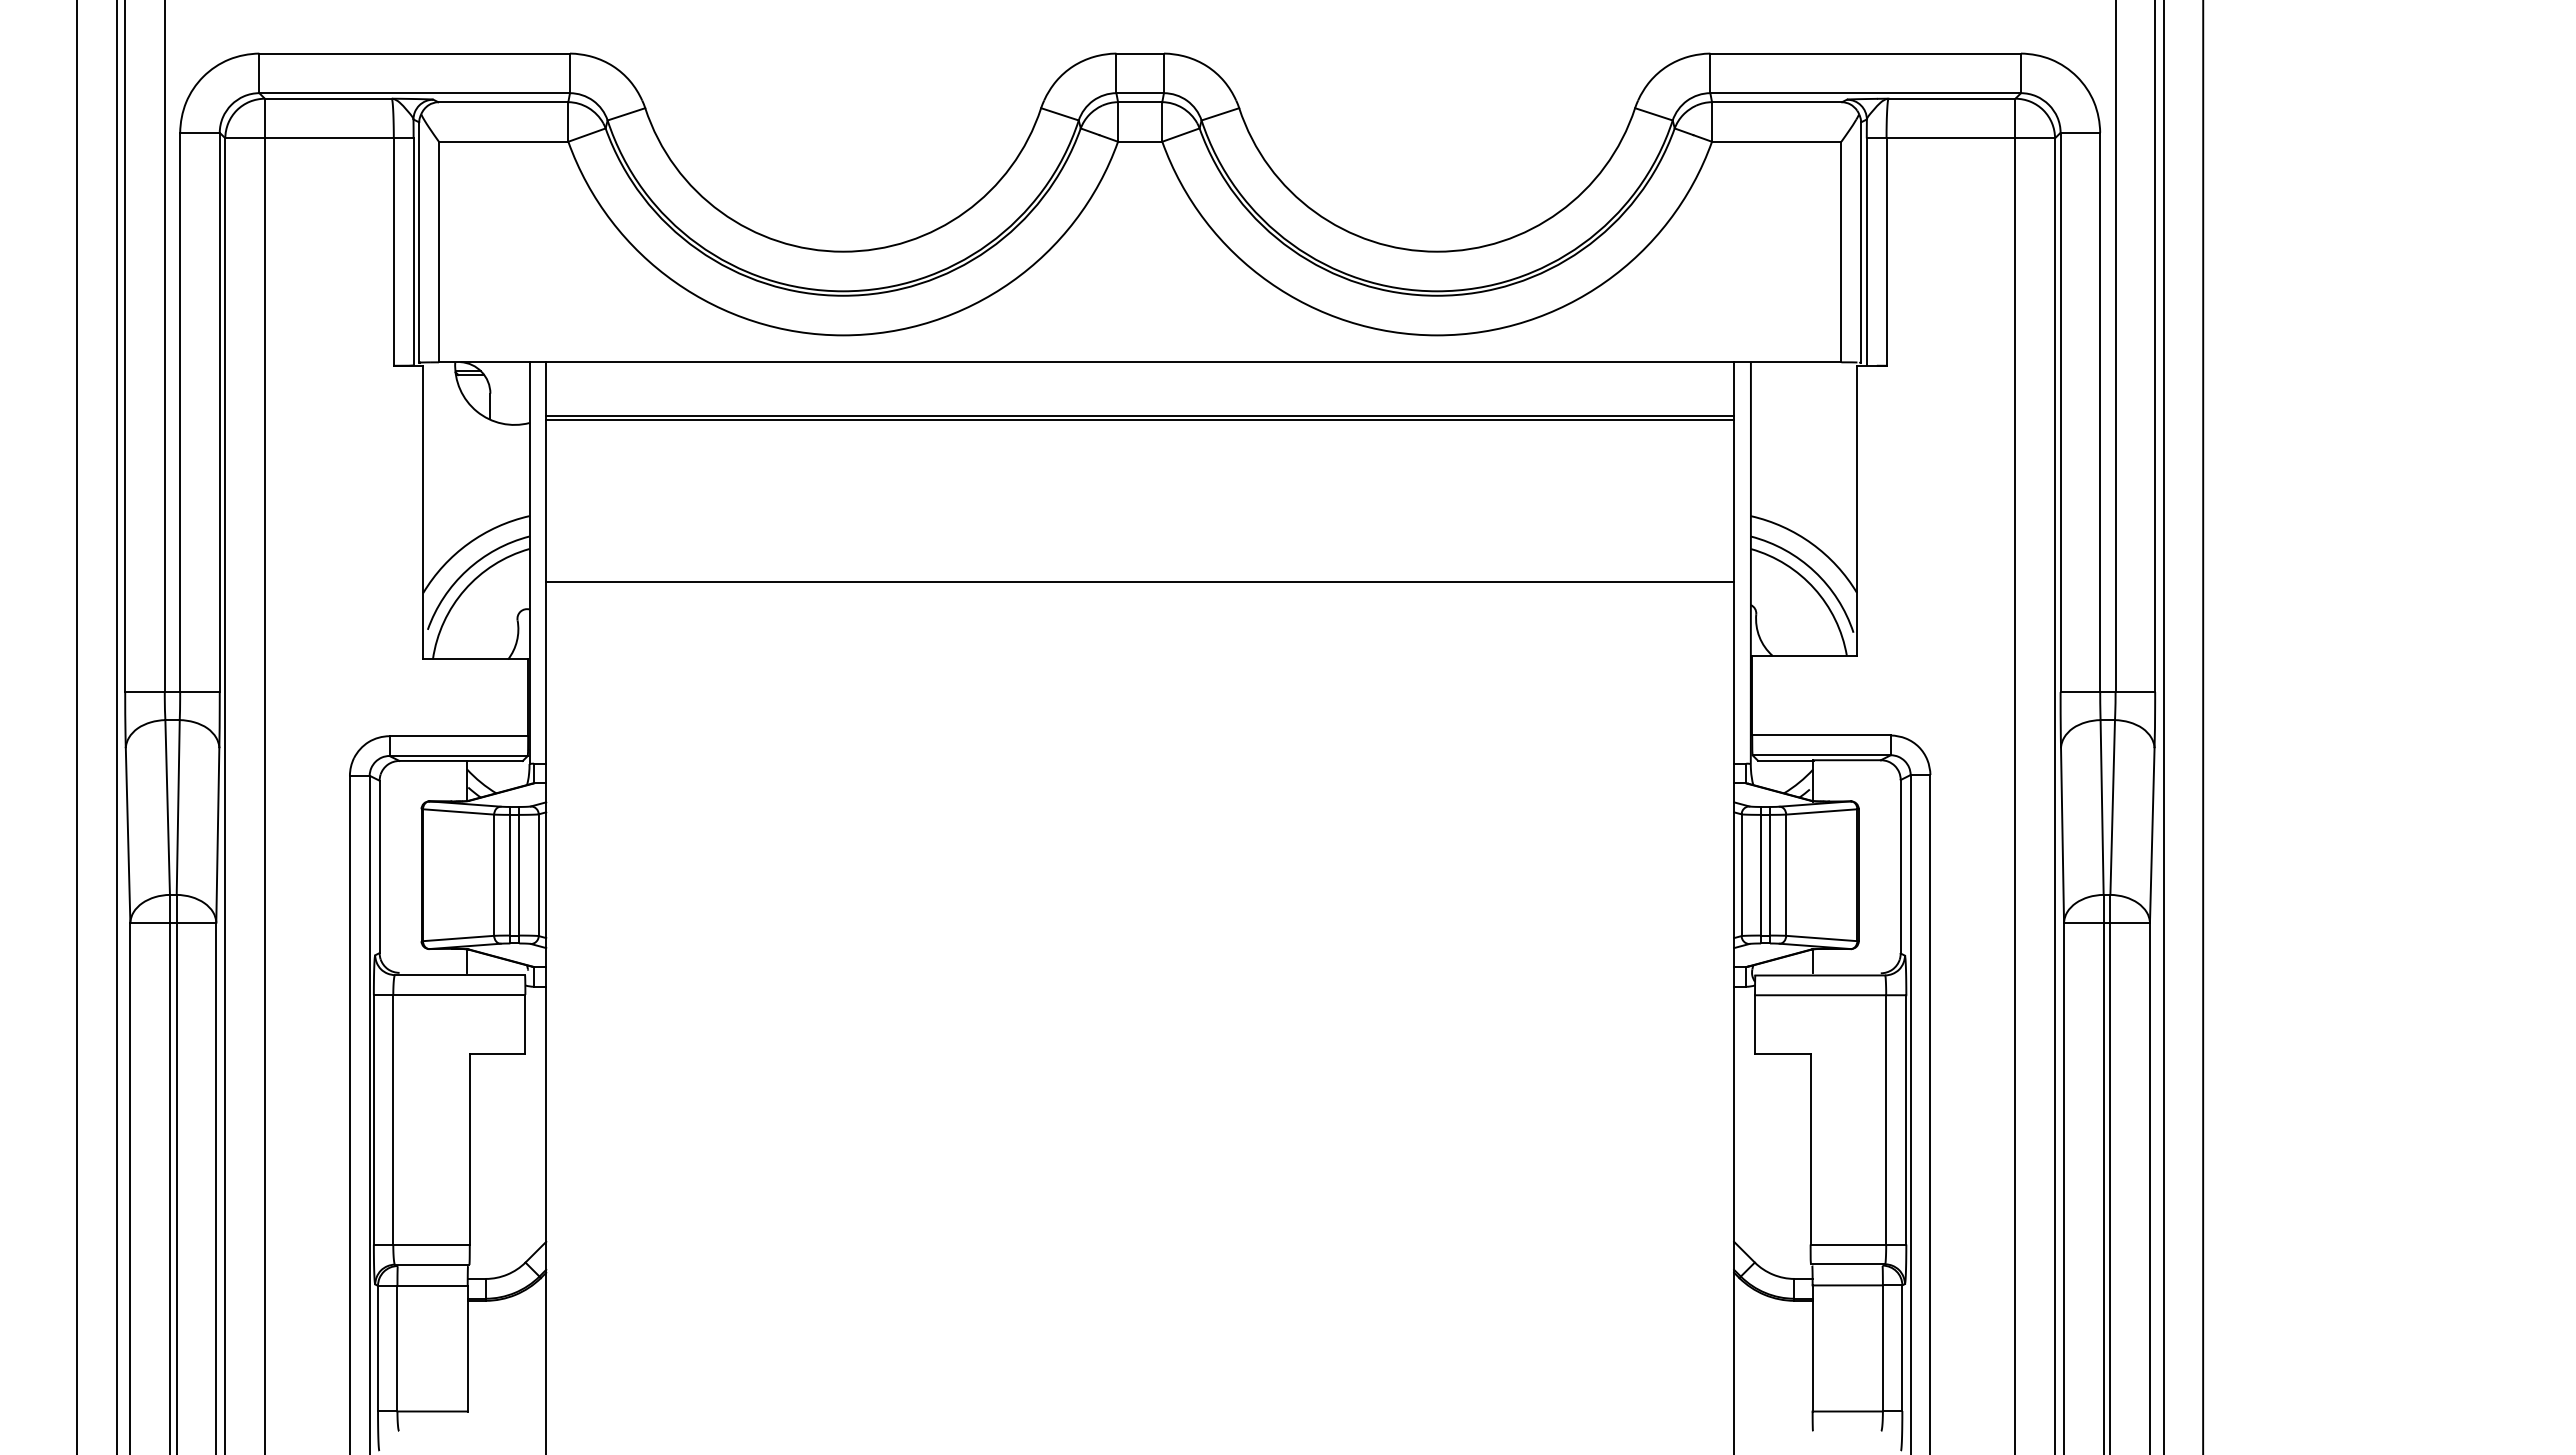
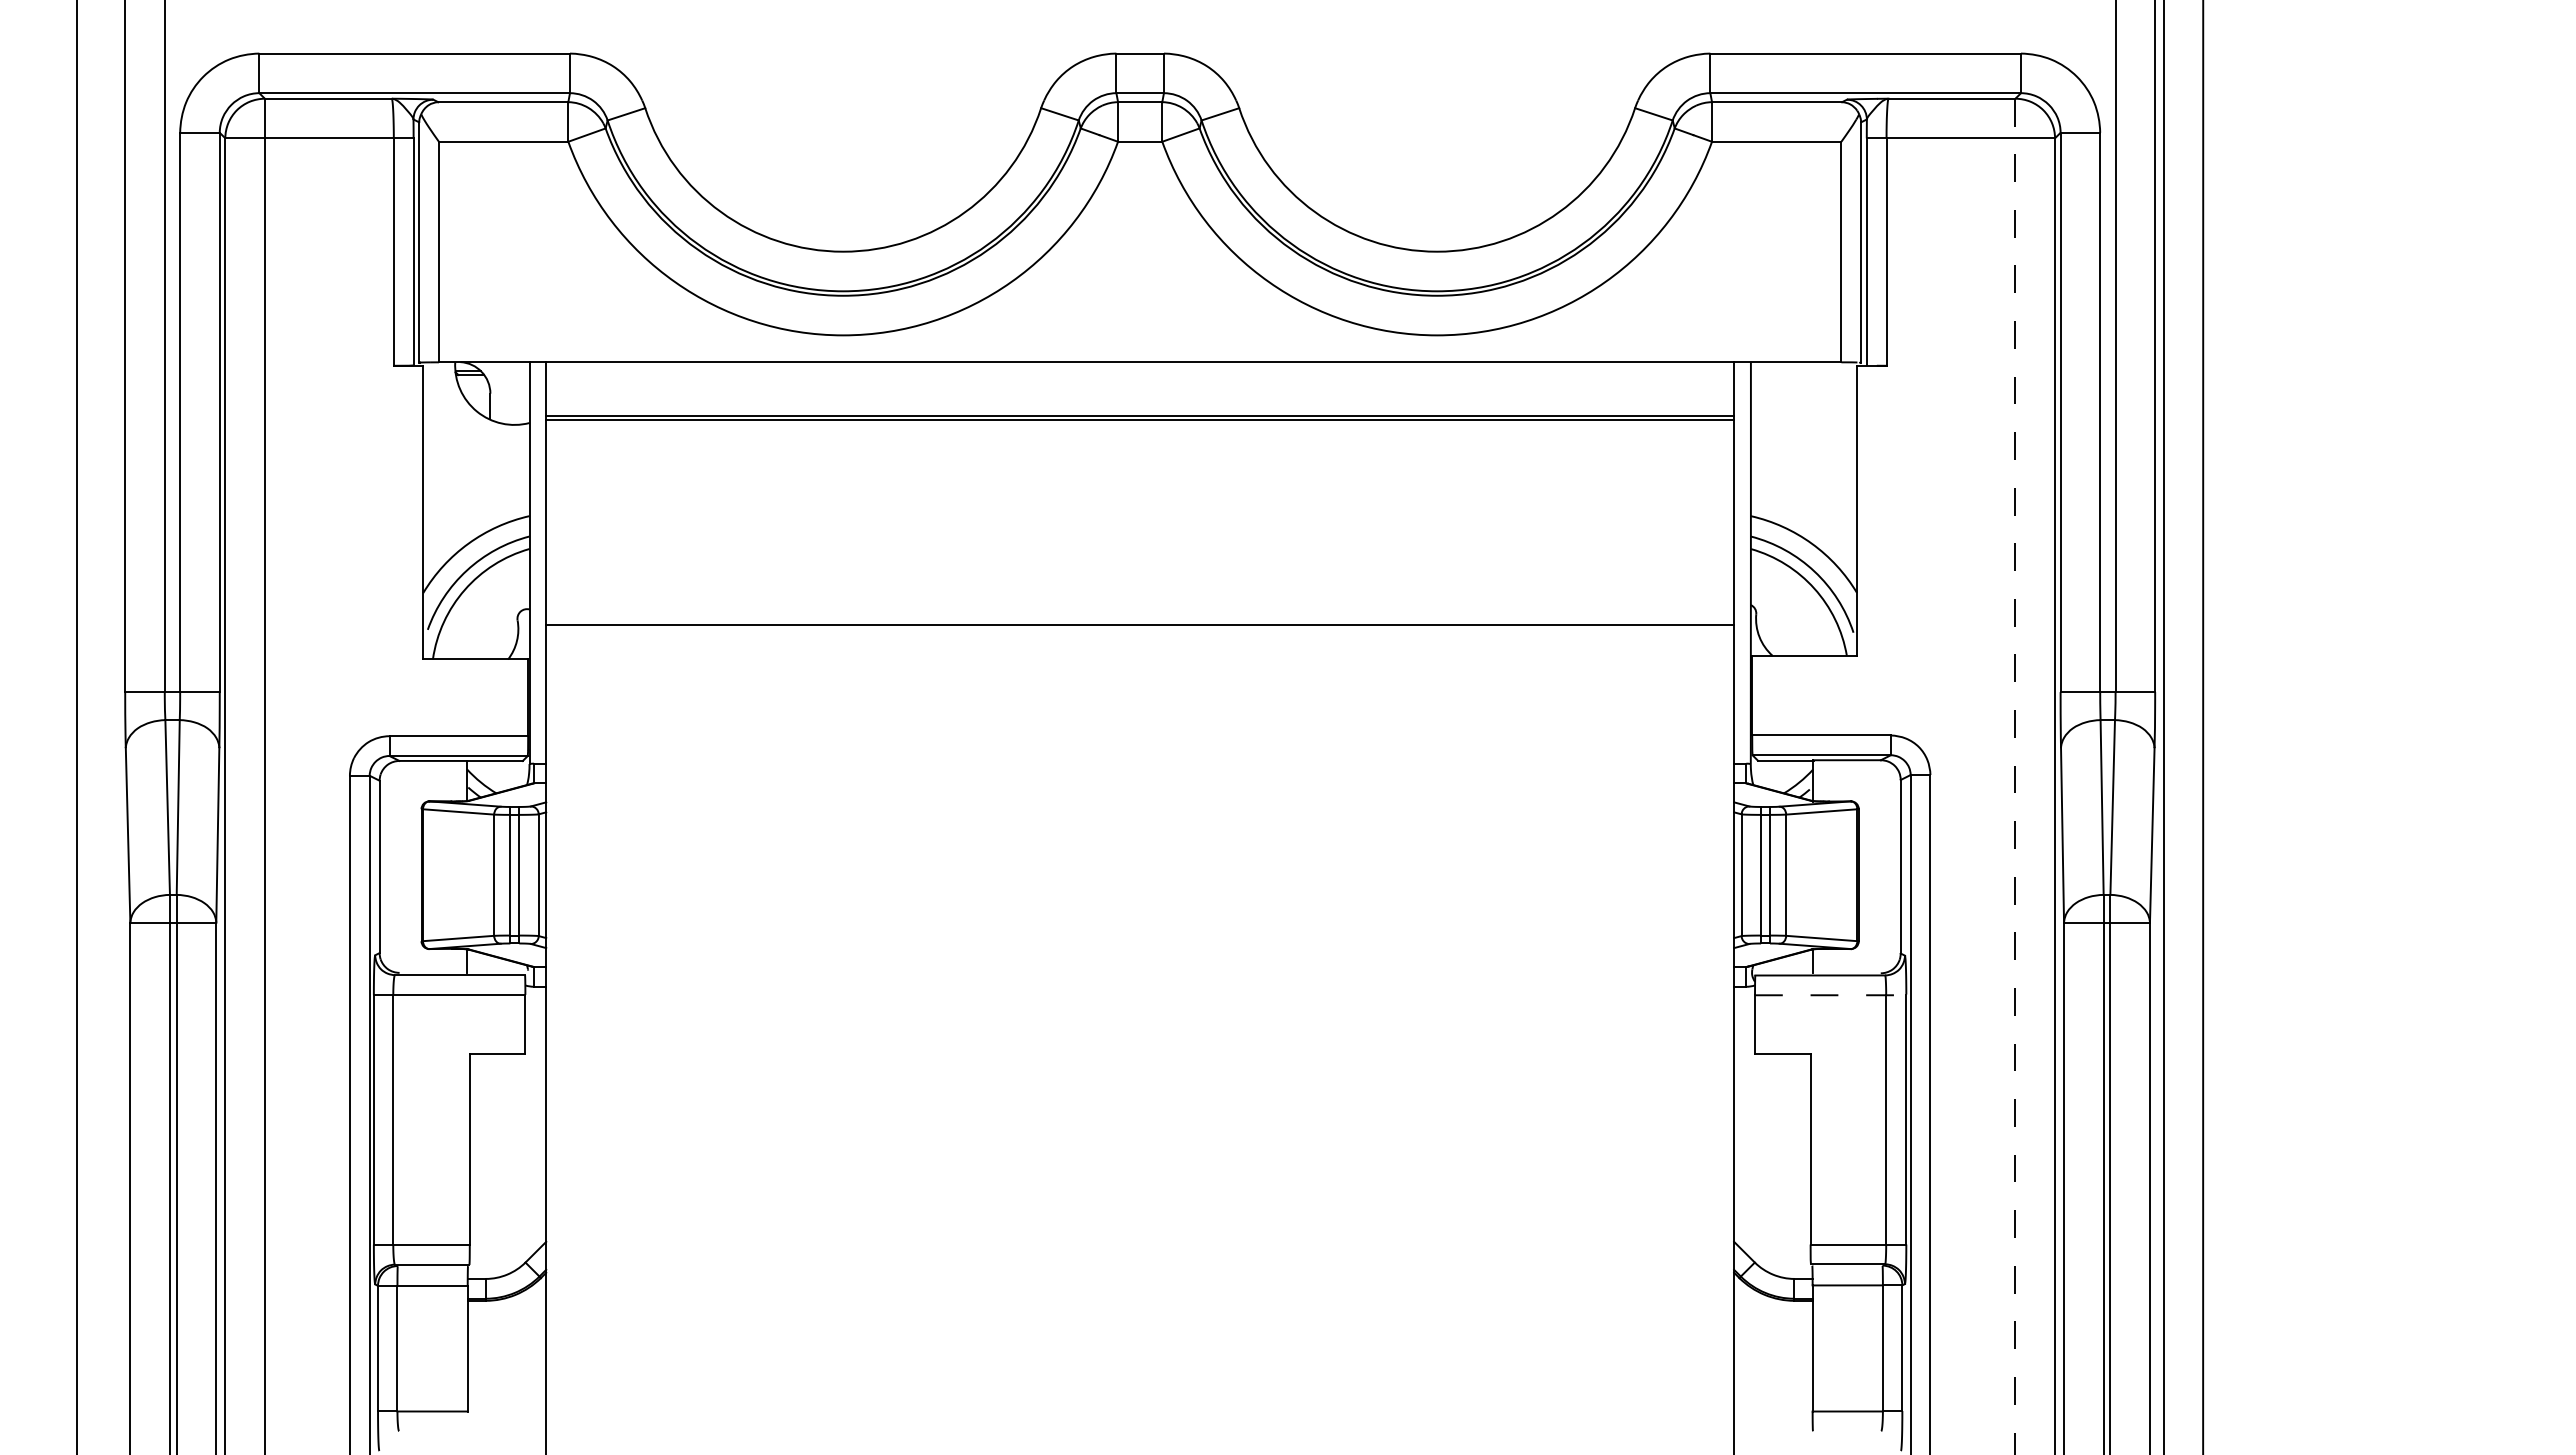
line at (1140, 582) position: (1140, 582) -> (1140, 625)
line at (116, 726): present -> none
line at (2015, 776): solid -> dashed
line at (1830, 995): solid -> dashed
